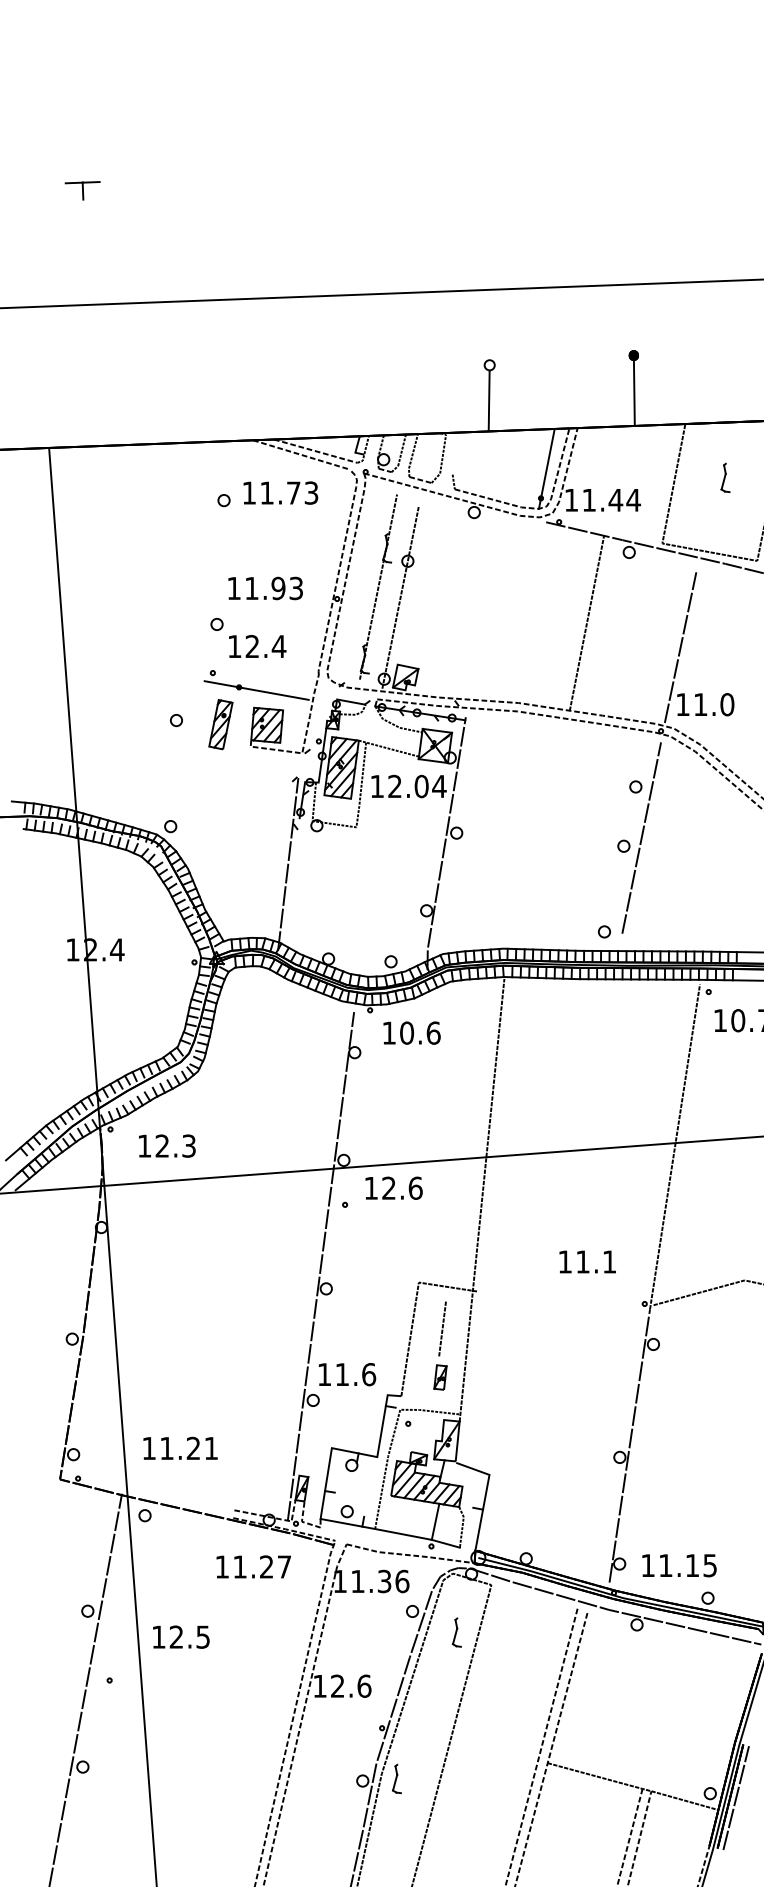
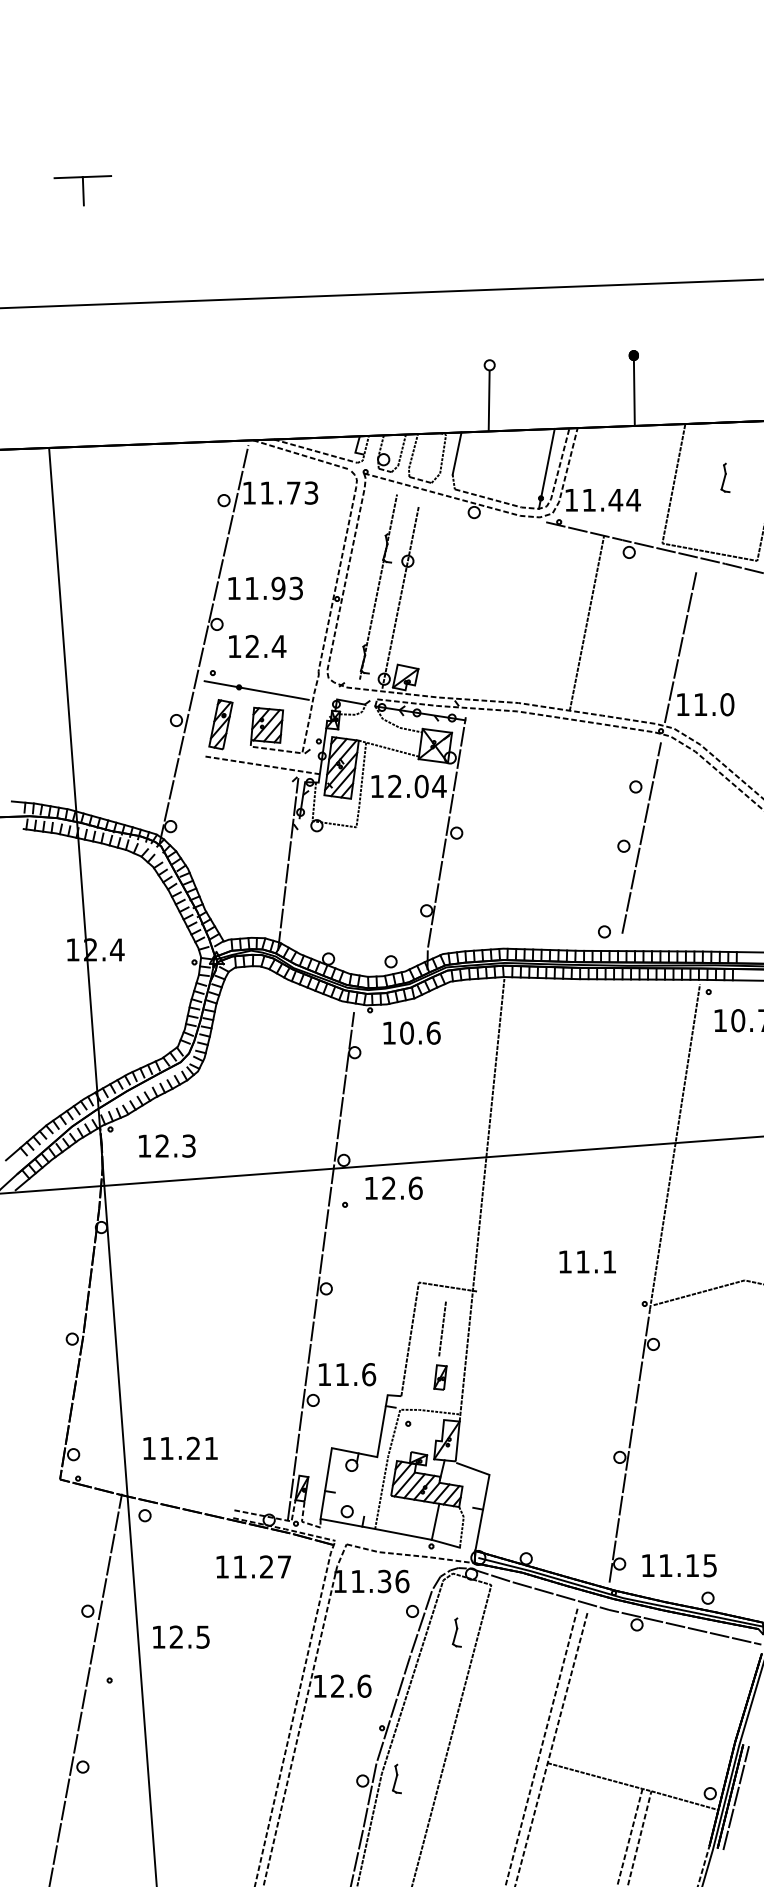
part at (82, 190) size: 37x20 px -> 59x32 px
line at (456, 453): none -> present
line at (203, 644): none -> present
line at (262, 765): none -> present
